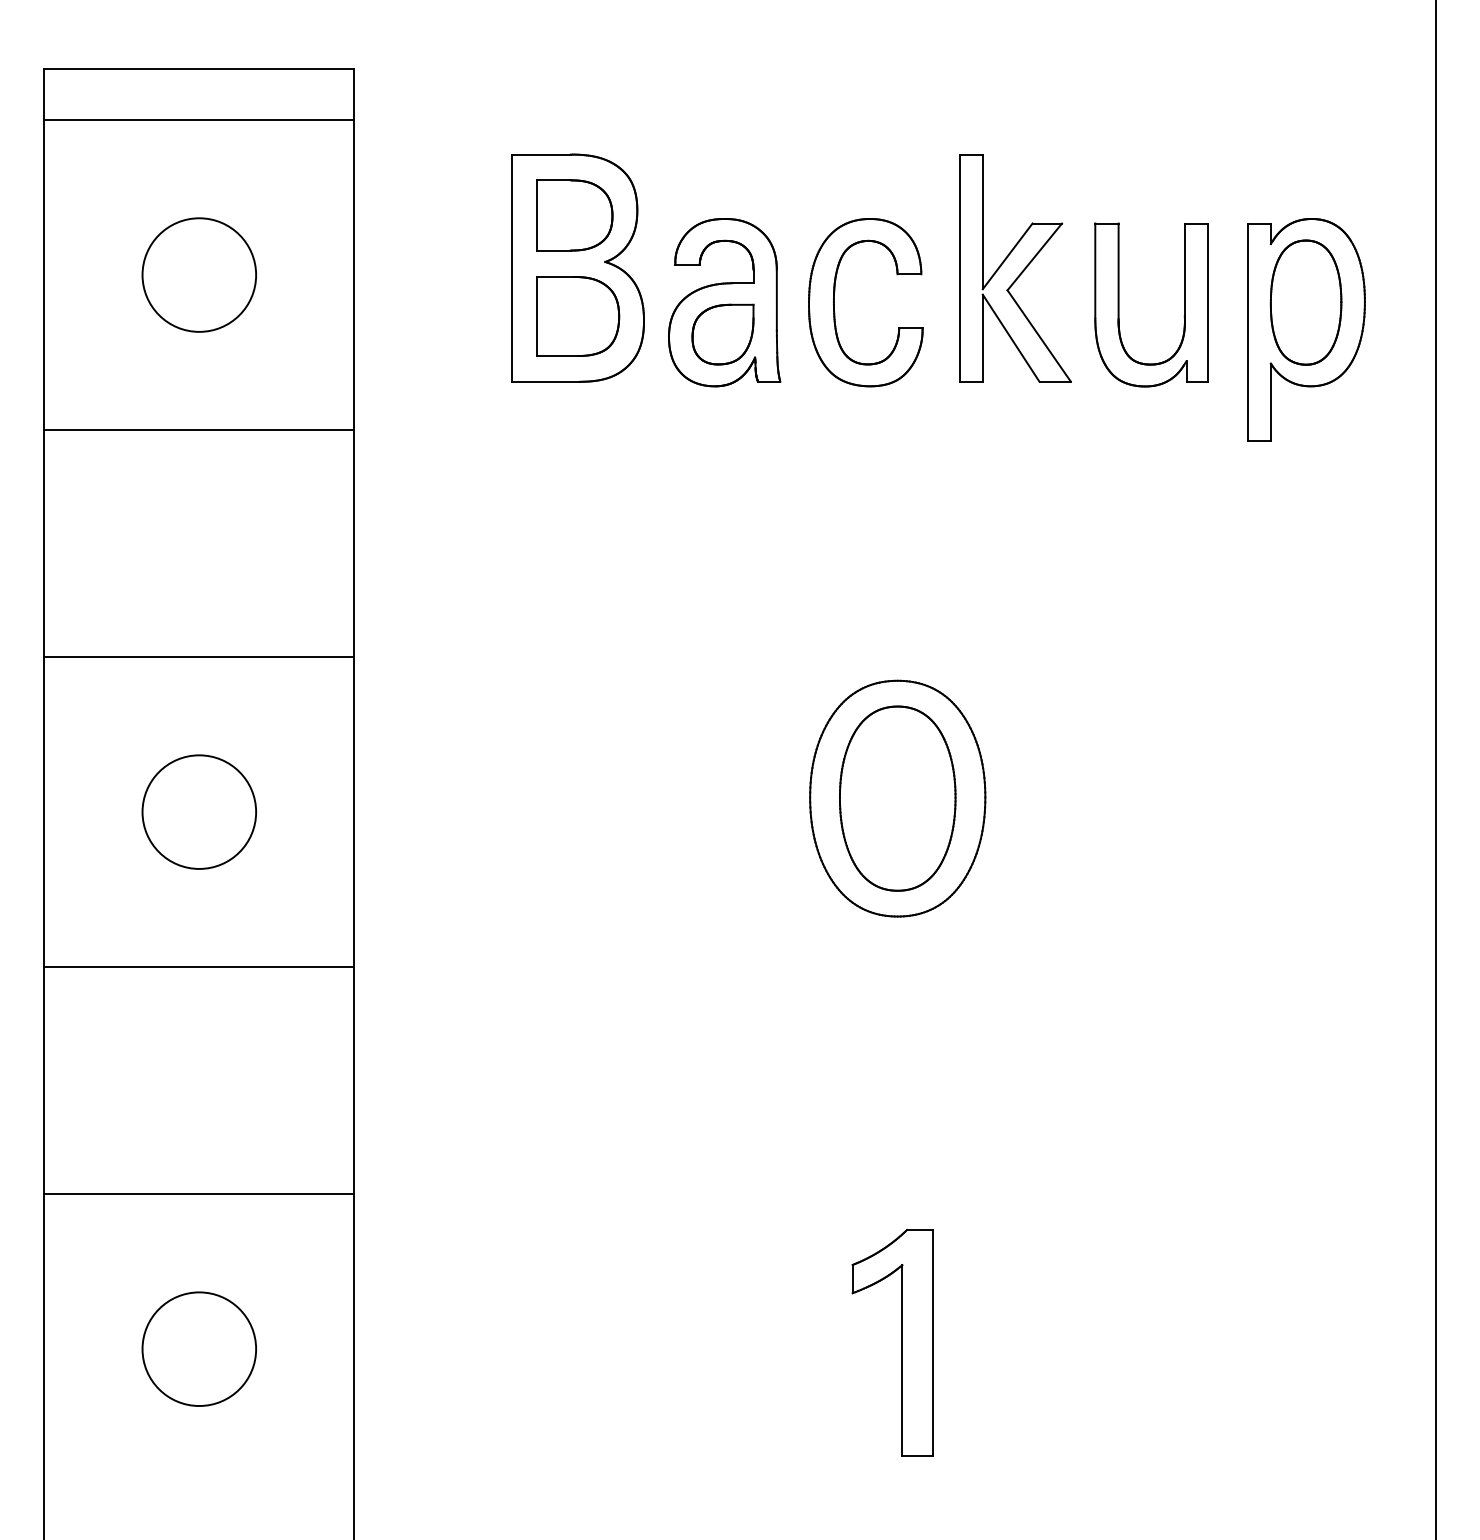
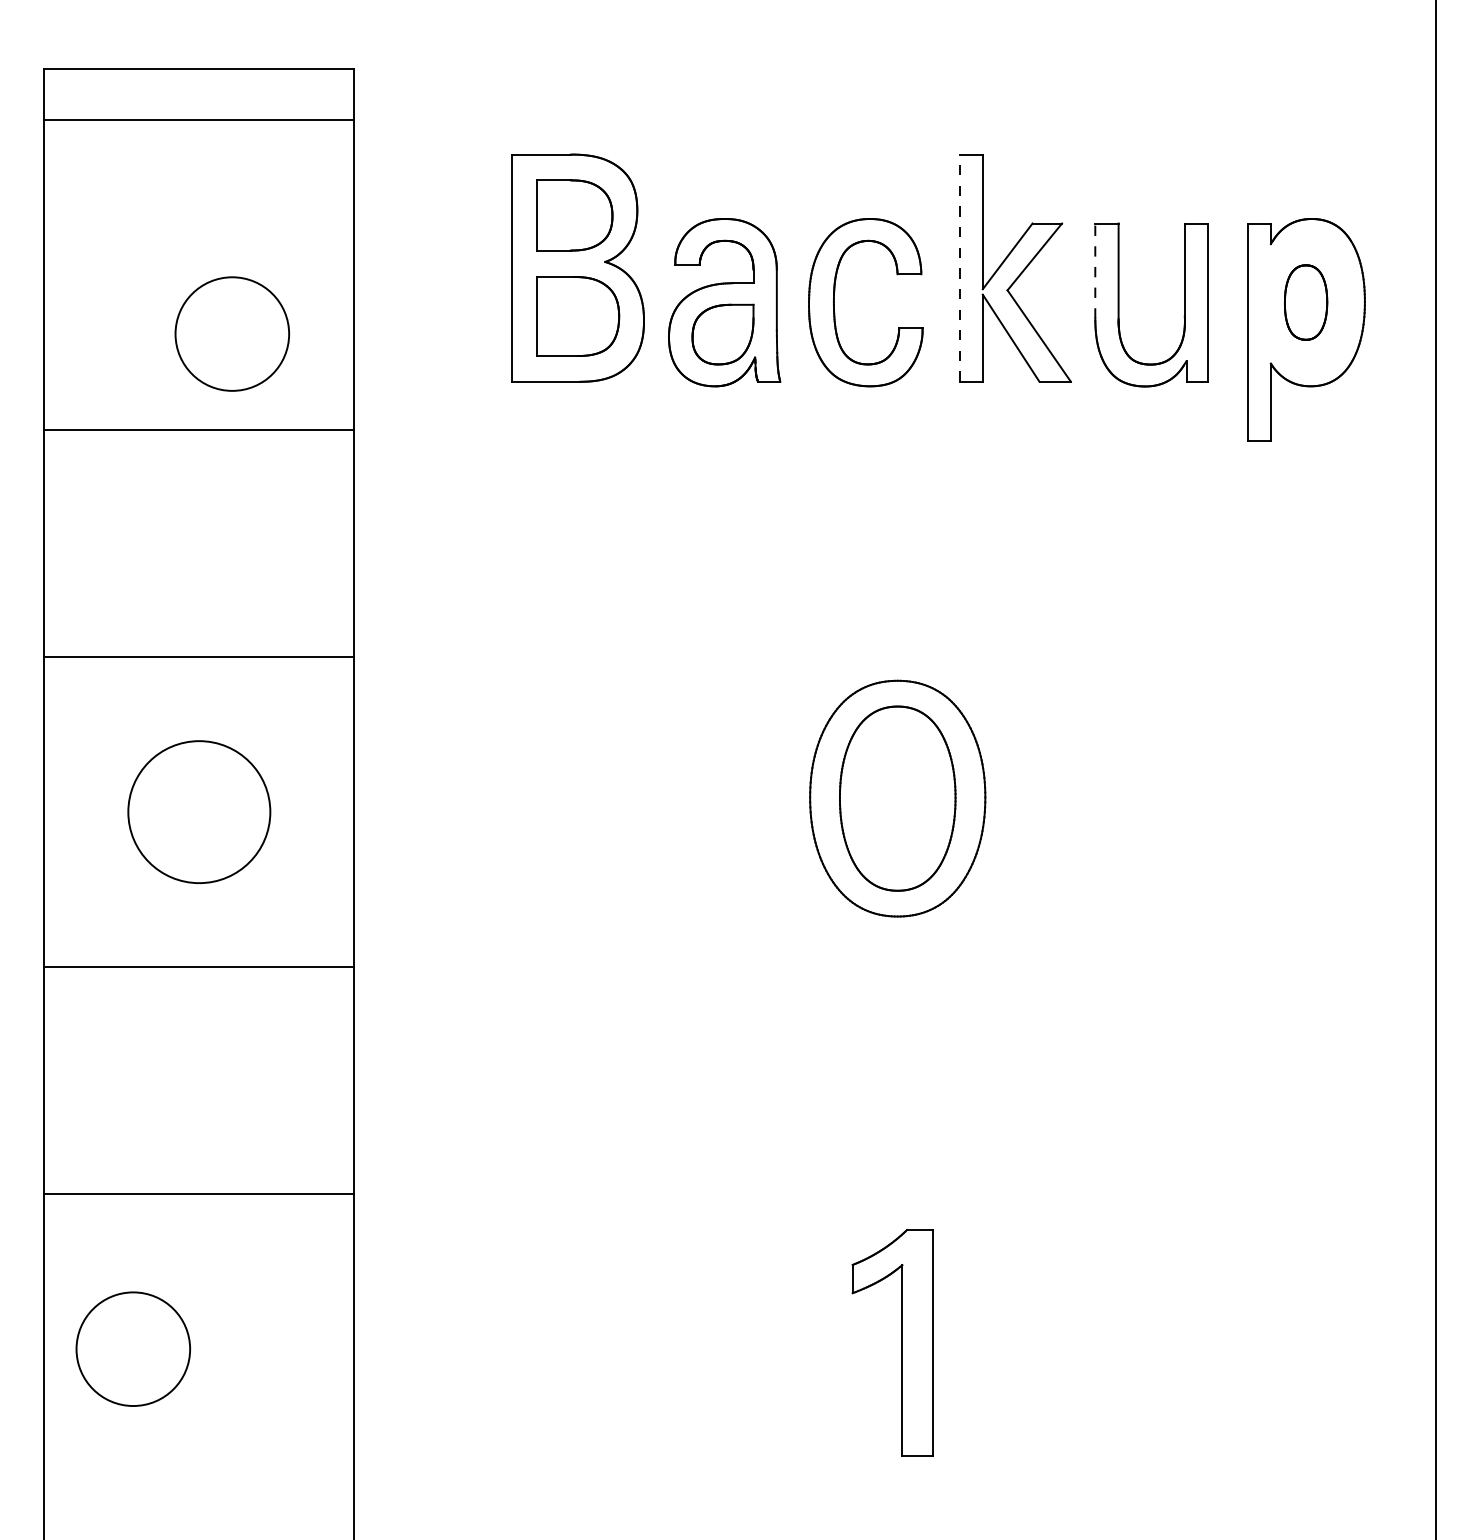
line at (959, 268): solid -> dashed
line at (1095, 271): solid -> dashed
circle at (198, 274) position: (198, 274) -> (231, 333)
part at (1305, 302) size: 74x127 px -> 45x77 px
circle at (199, 811) diameter: 114 px -> 142 px
circle at (198, 1348) position: (198, 1348) -> (132, 1348)
